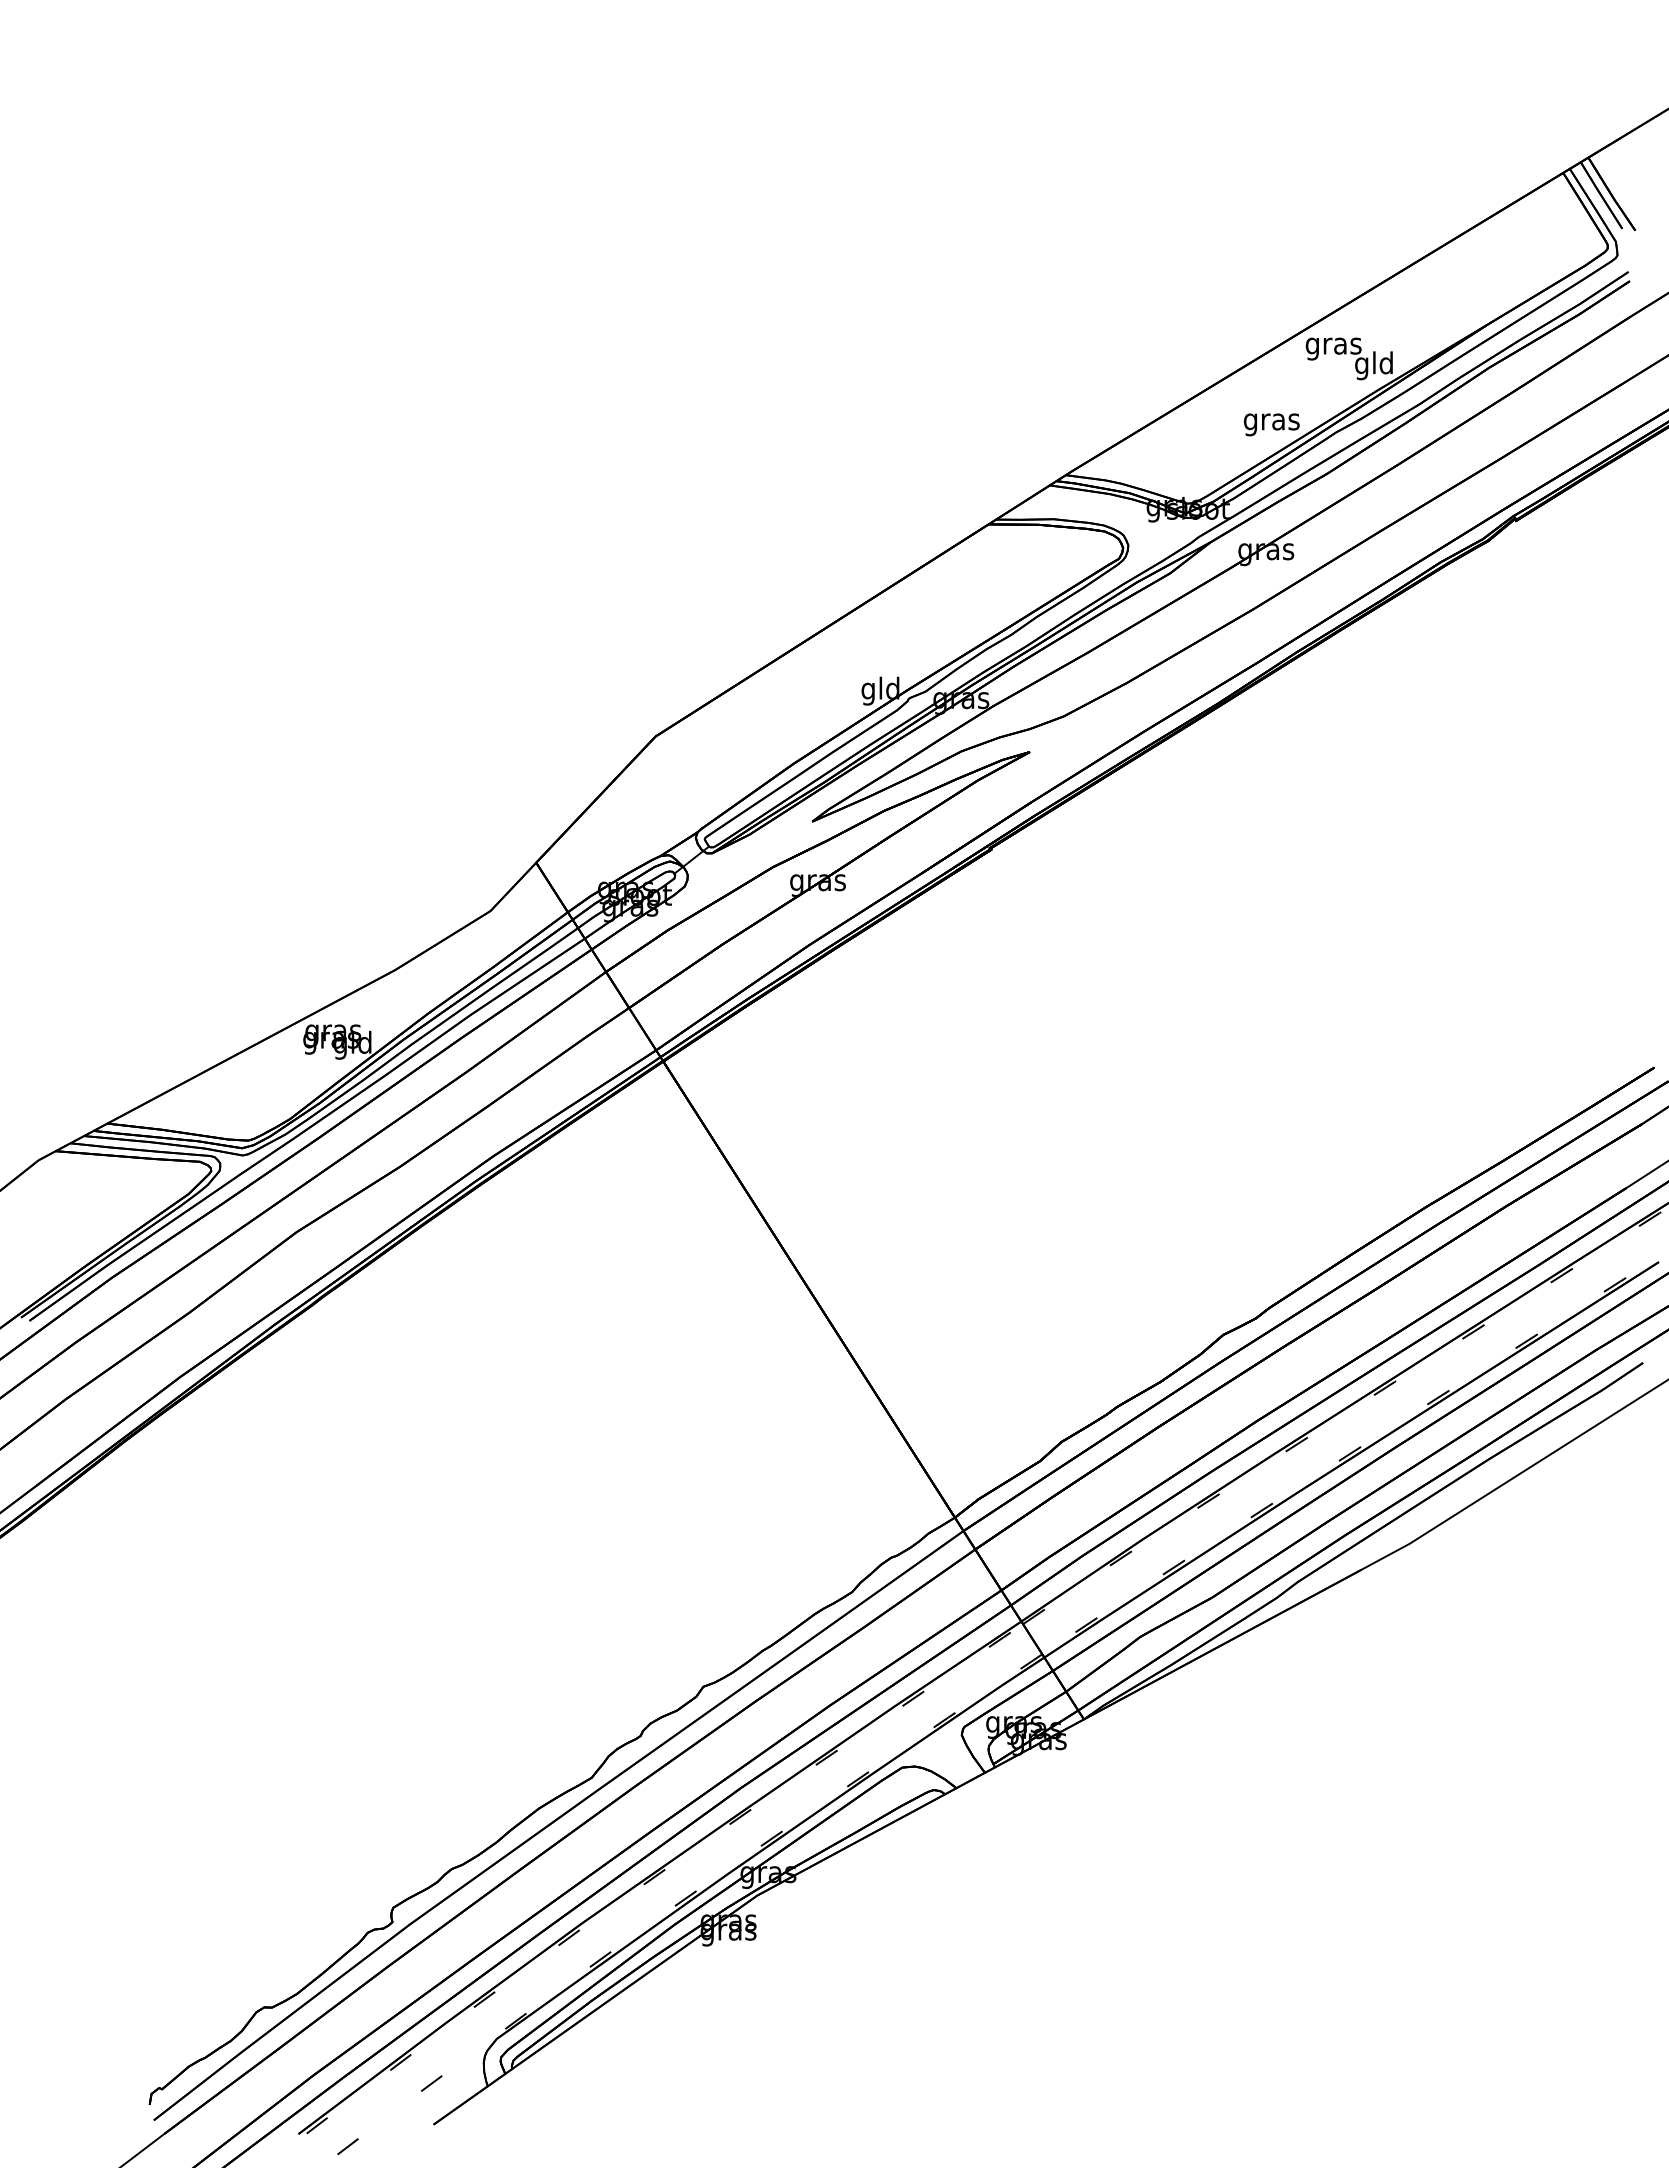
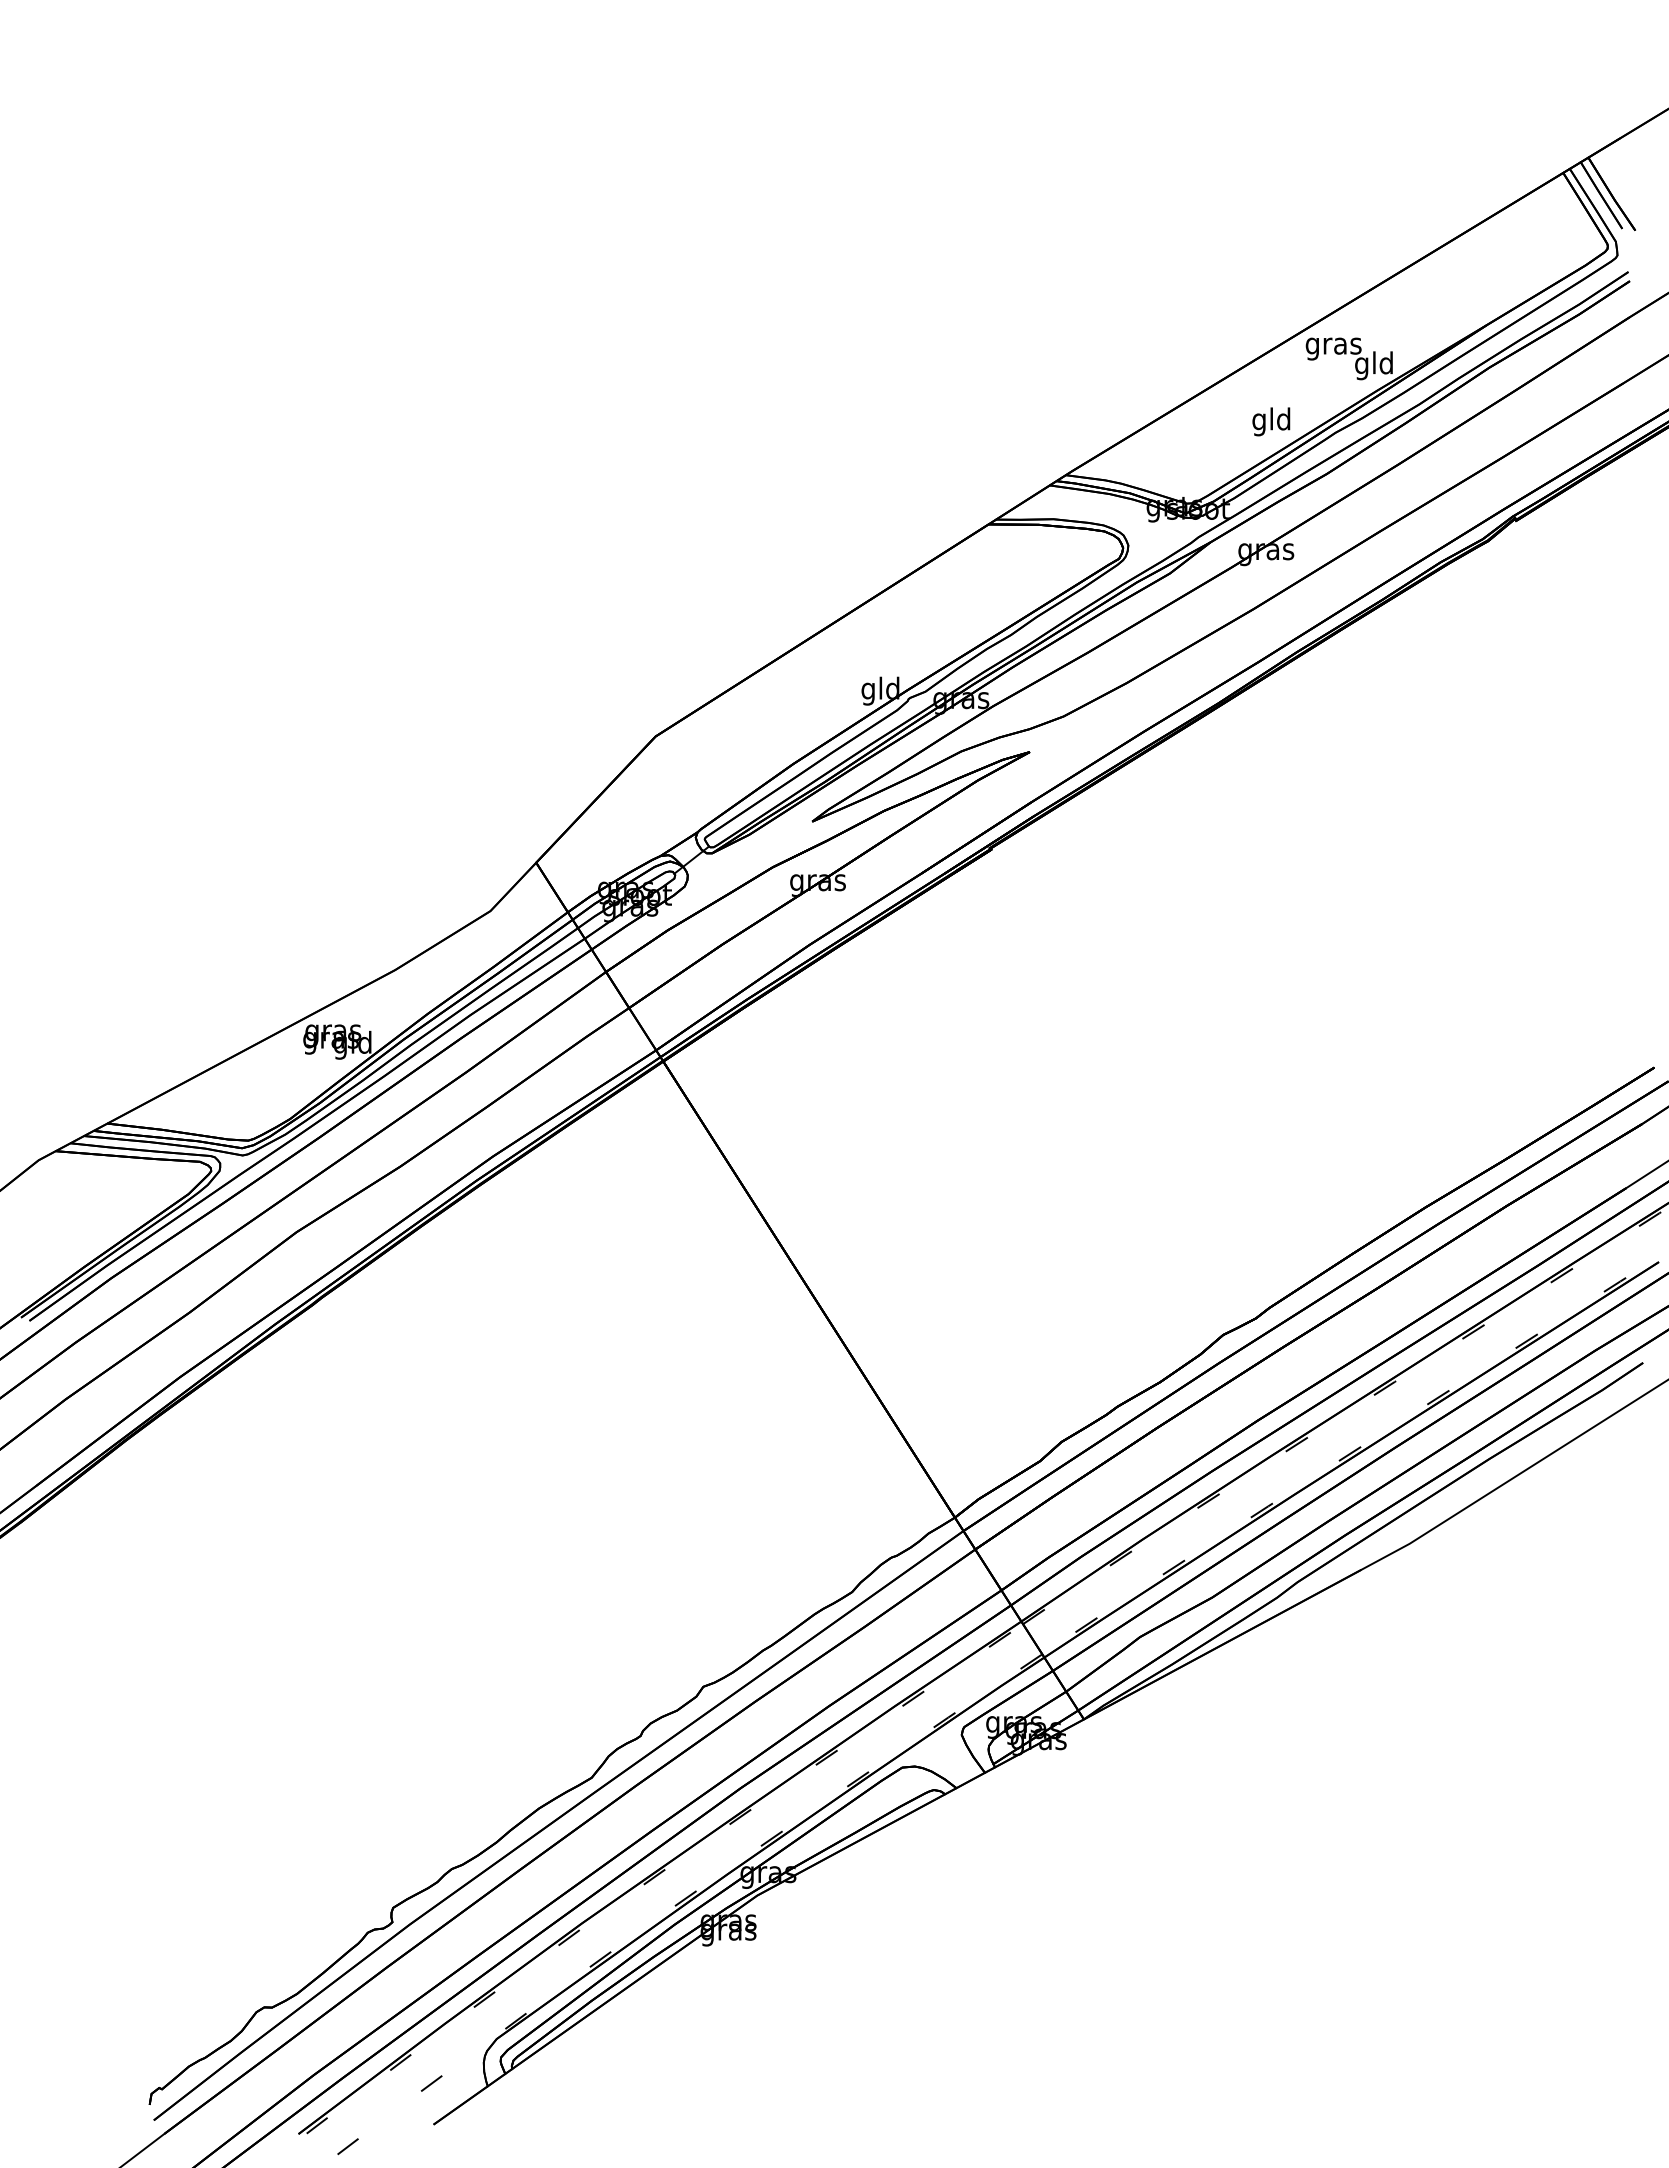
text at (1271, 421): gras -> gld
